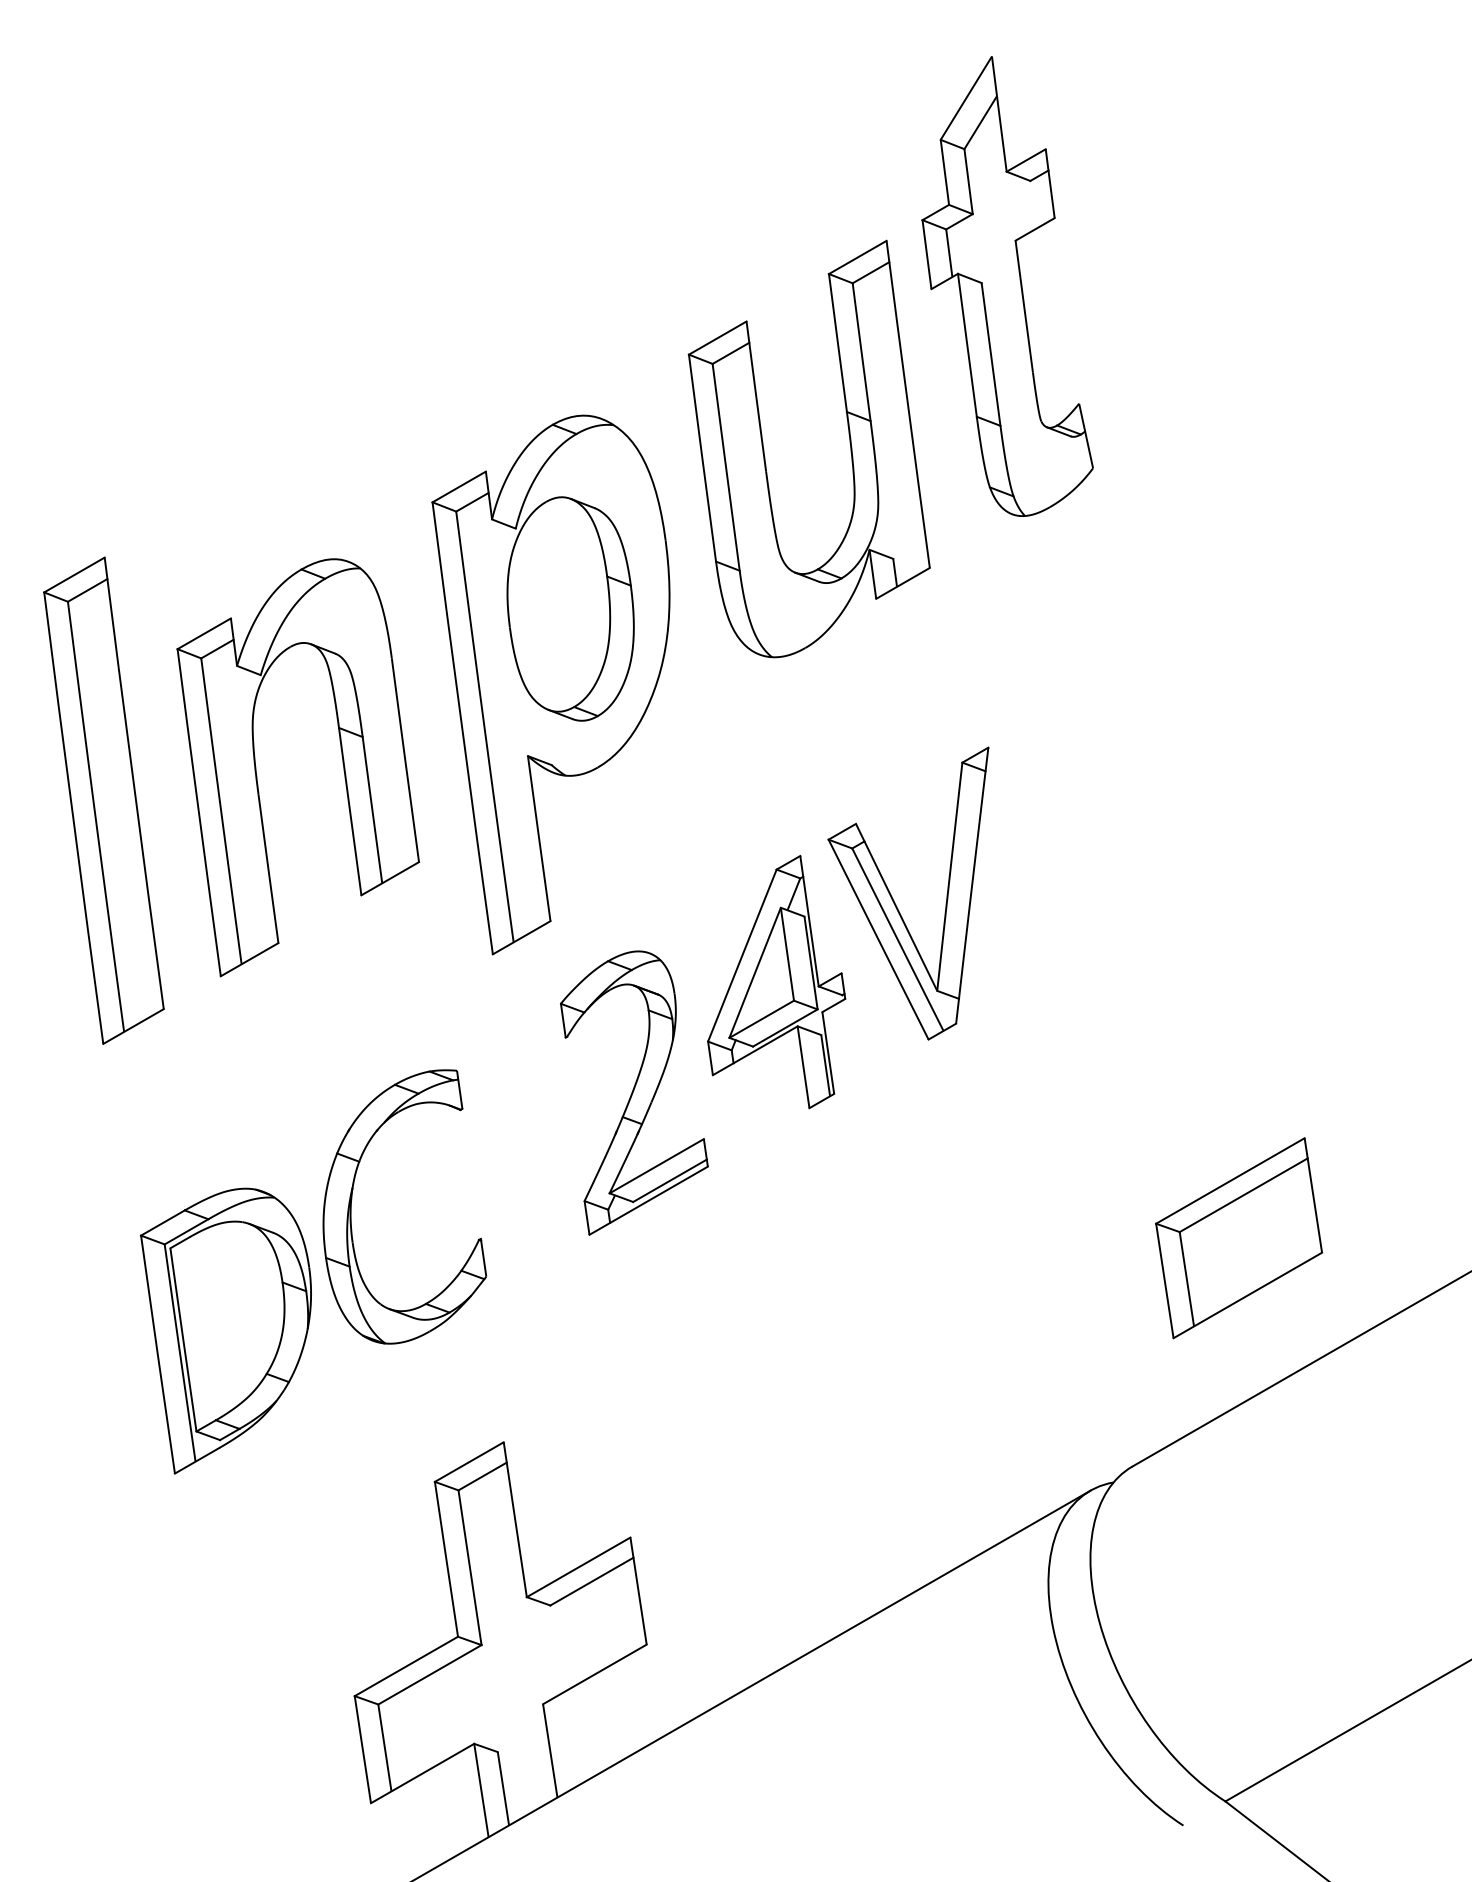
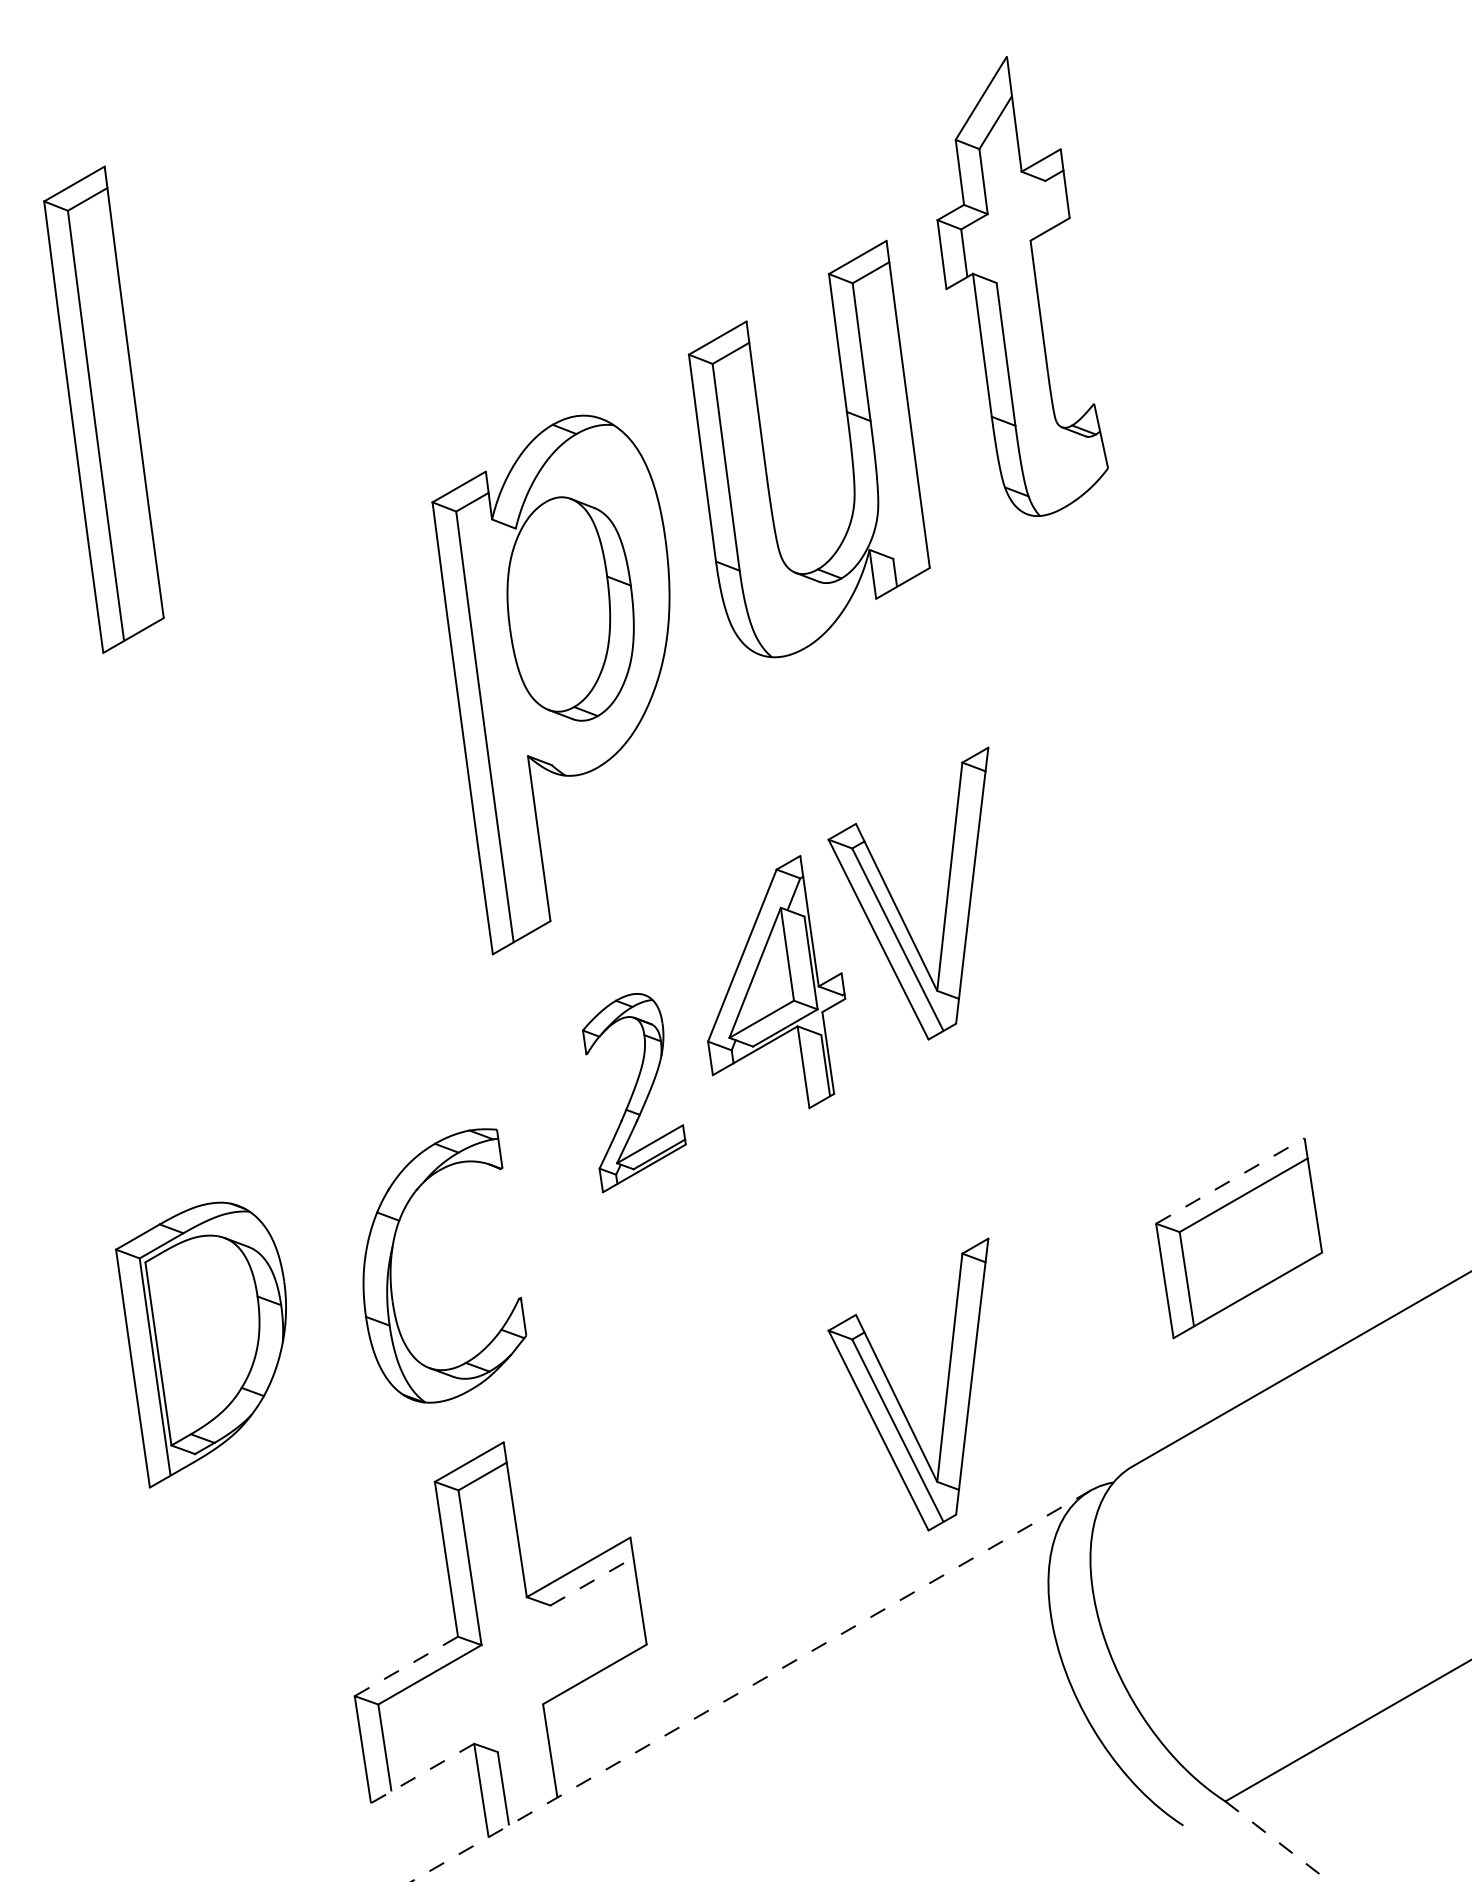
part at (1007, 286) position: (1007, 286) -> (1022, 286)
part at (257, 775): present -> none
part at (103, 800) position: (103, 800) -> (103, 409)
part at (634, 1092) size: 149x286 px -> 105x201 px
line at (1230, 1180): solid -> dashed
part at (352, 1199) position: (352, 1199) -> (392, 1258)
part at (225, 1330) position: (225, 1330) -> (200, 1344)
part at (894, 1391): none -> present
line at (591, 1581): solid -> dashed
line at (406, 1666): solid -> dashed
line at (750, 1686): solid -> dashed
line at (422, 1773): solid -> dashed
line at (1277, 1841): solid -> dashed
